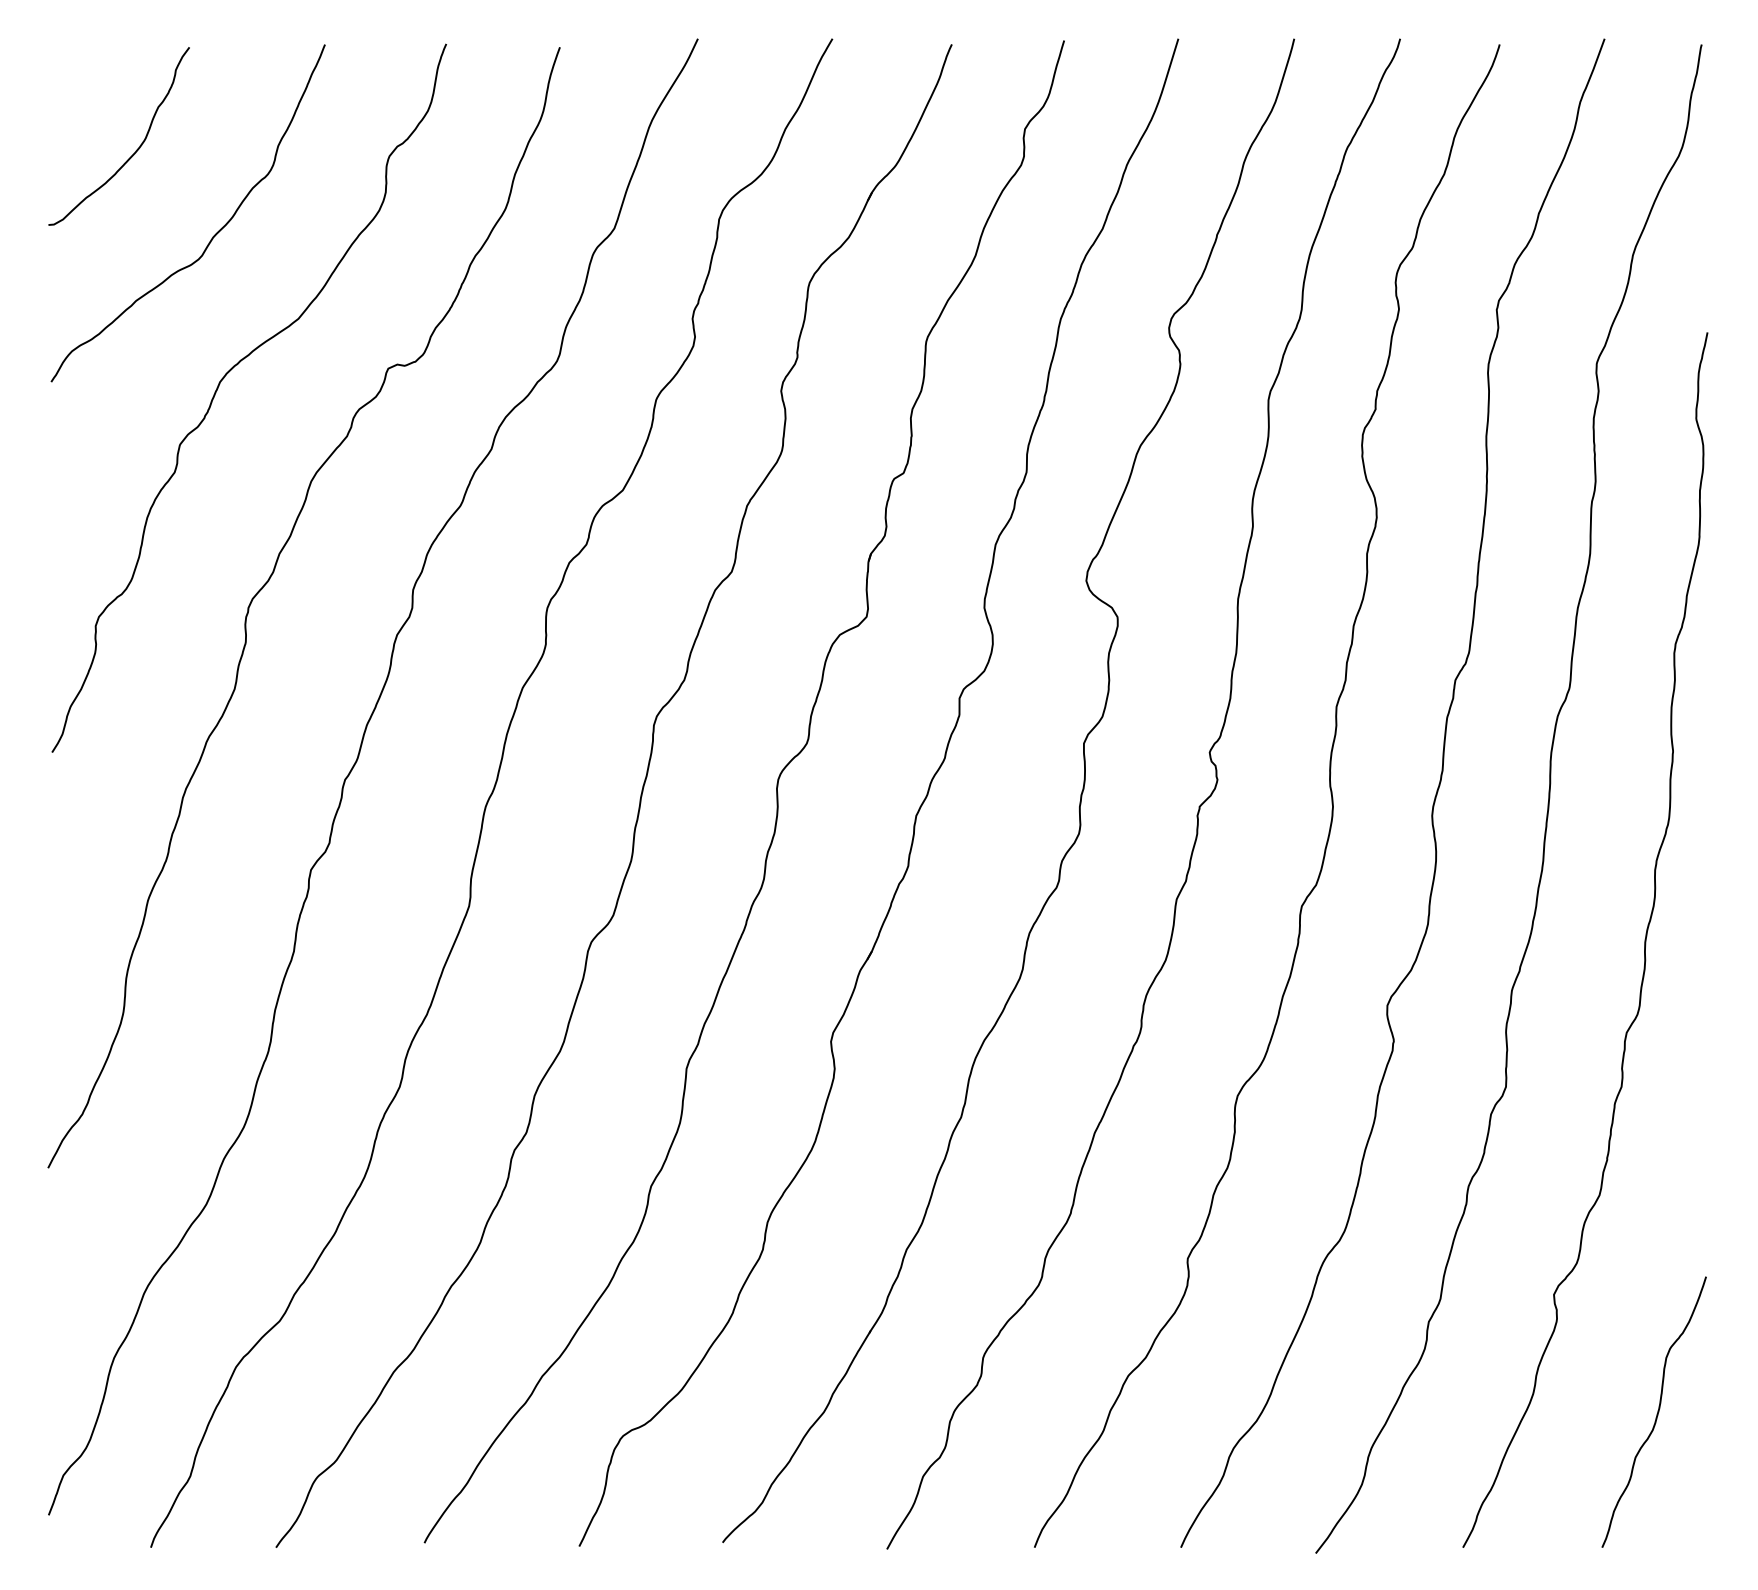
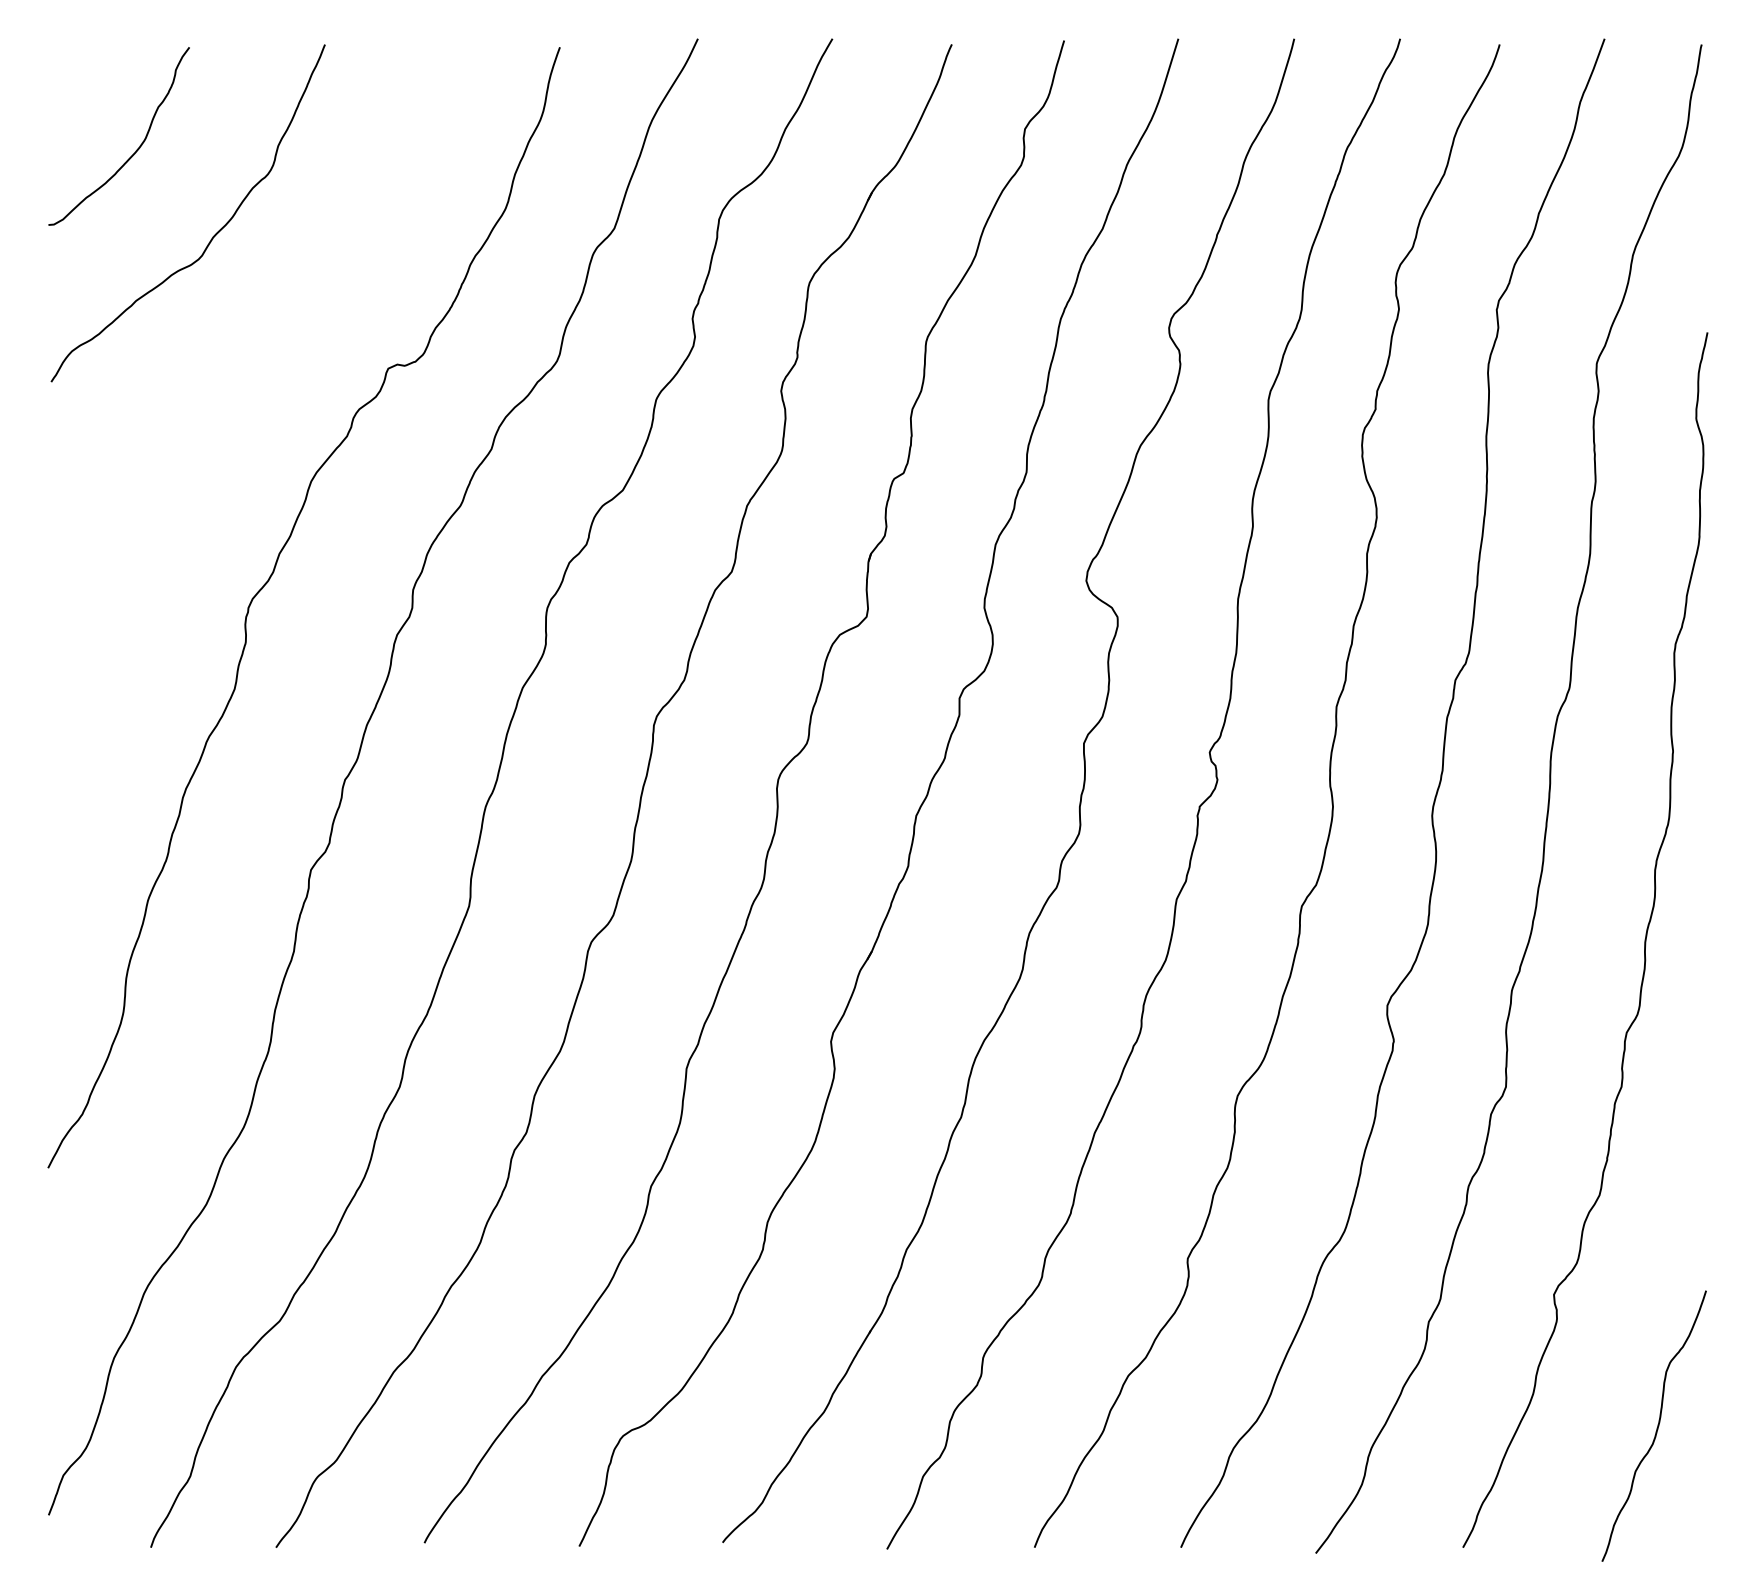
curve at (224, 378): present -> none
curve at (1657, 1411) position: (1657, 1411) -> (1657, 1425)
